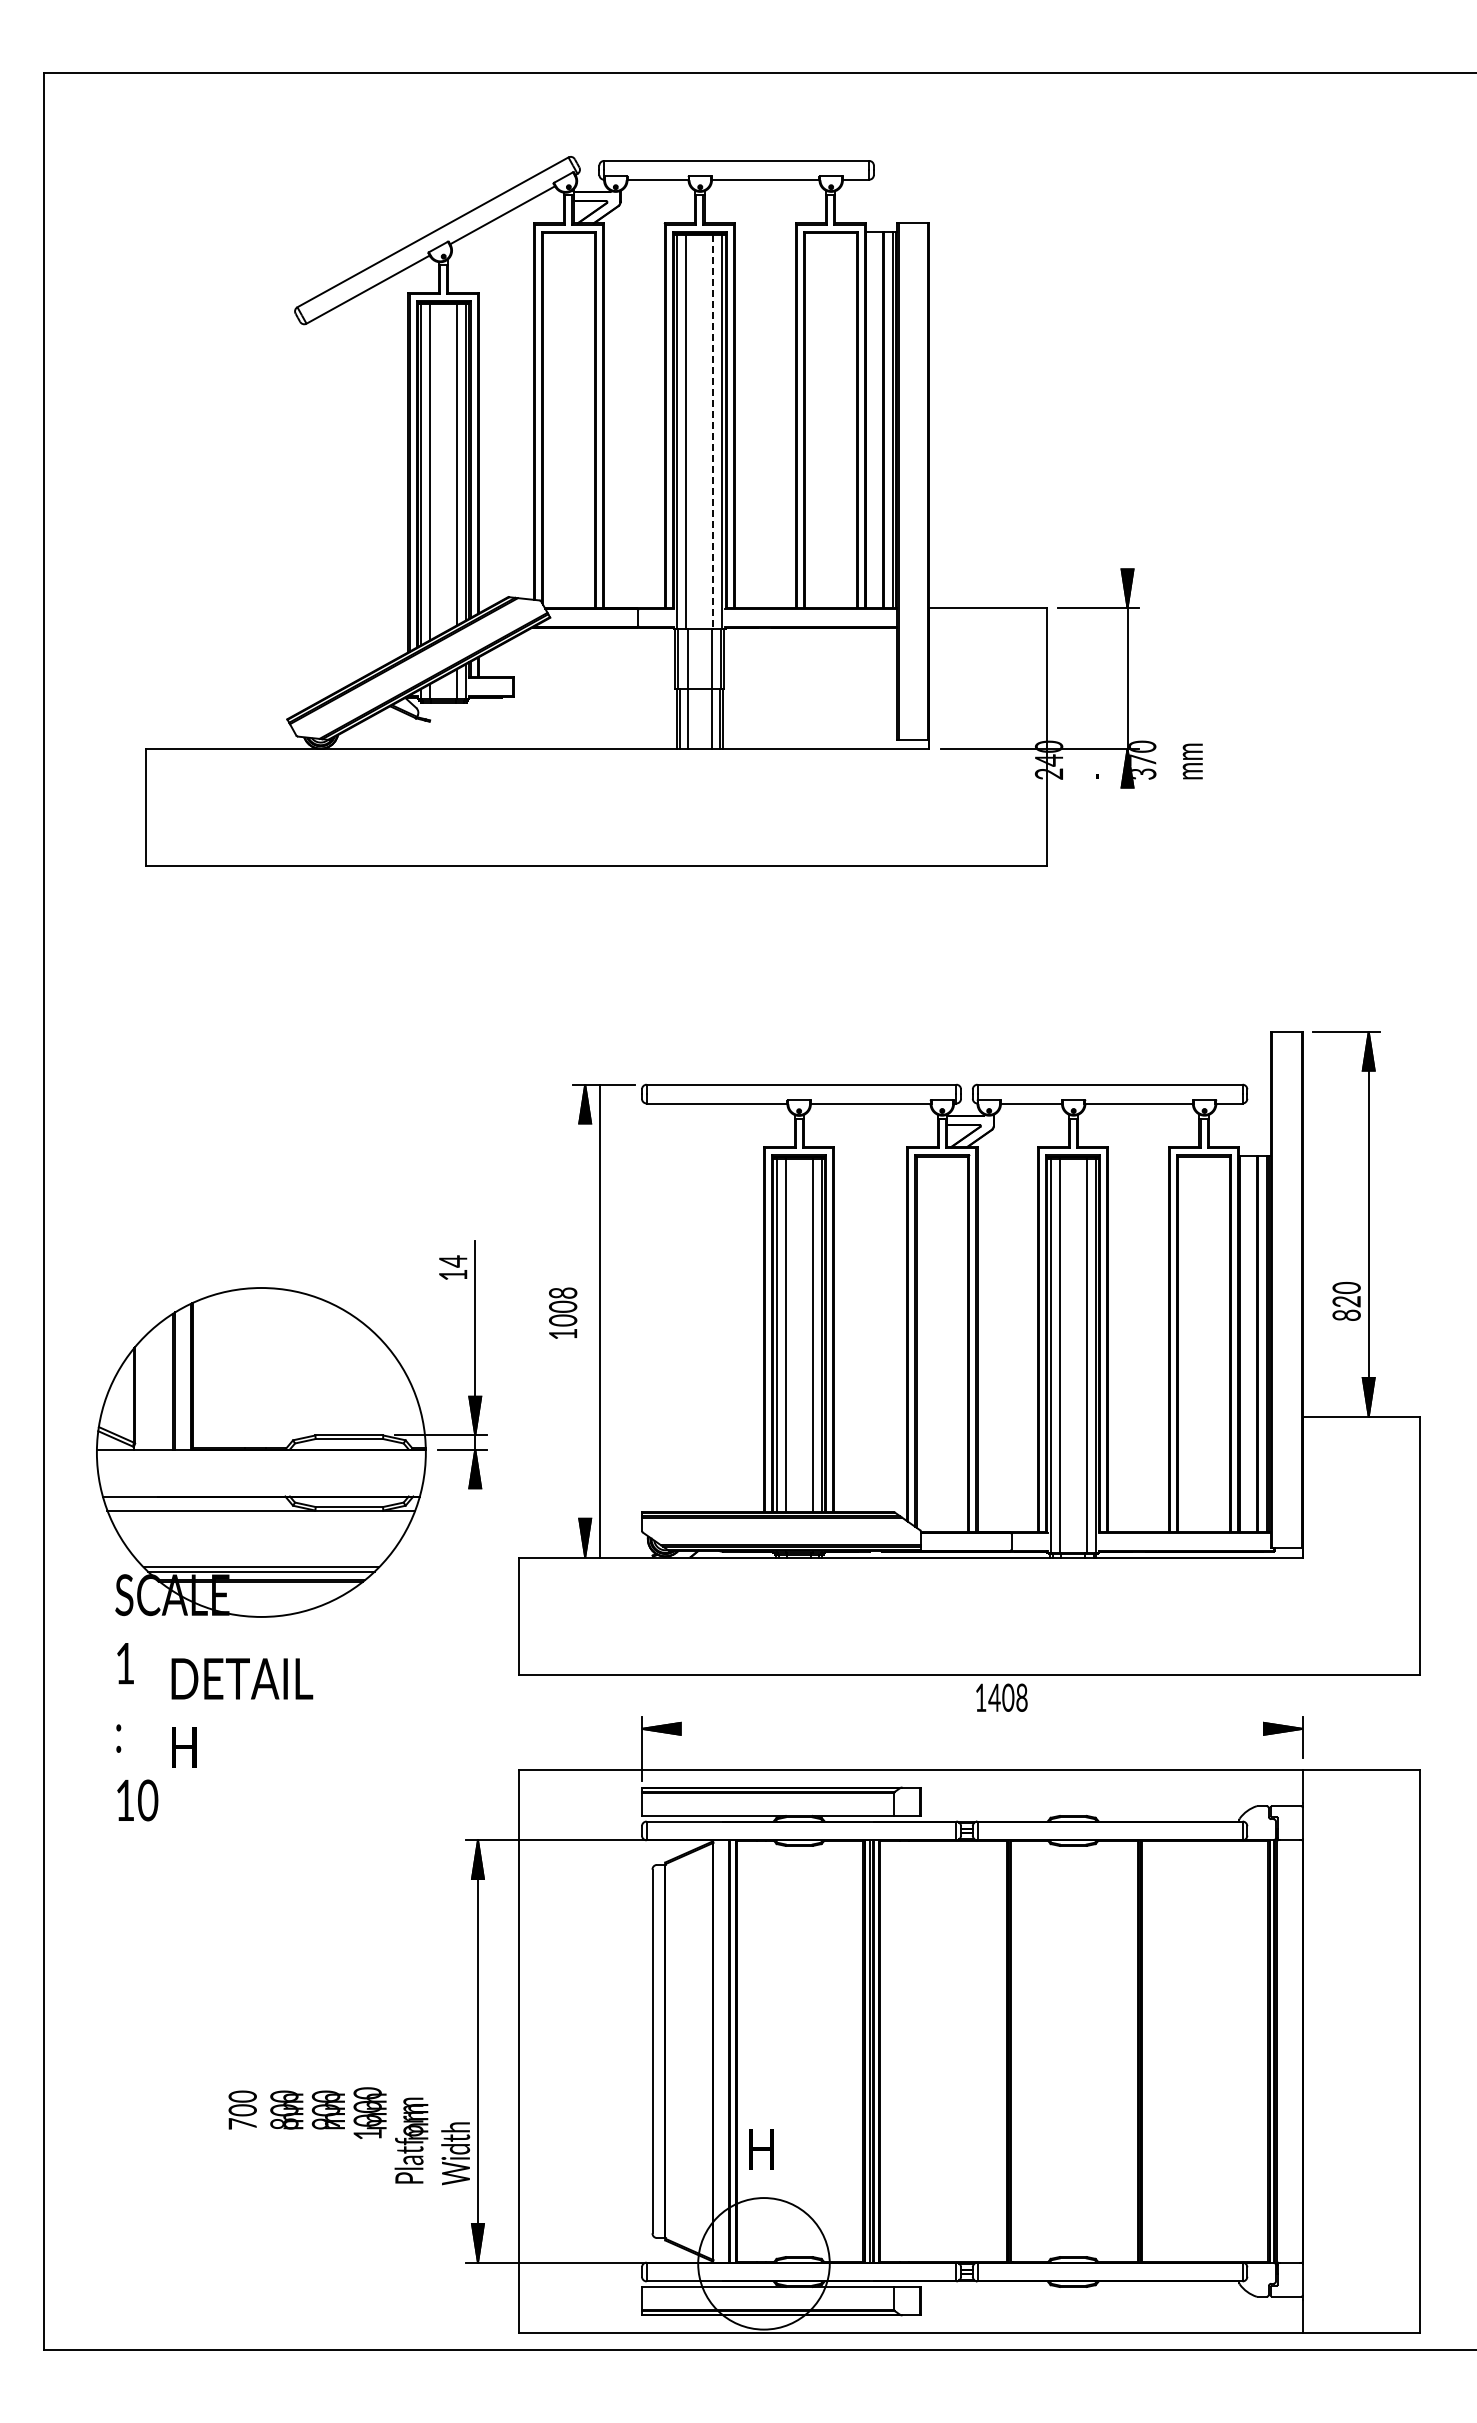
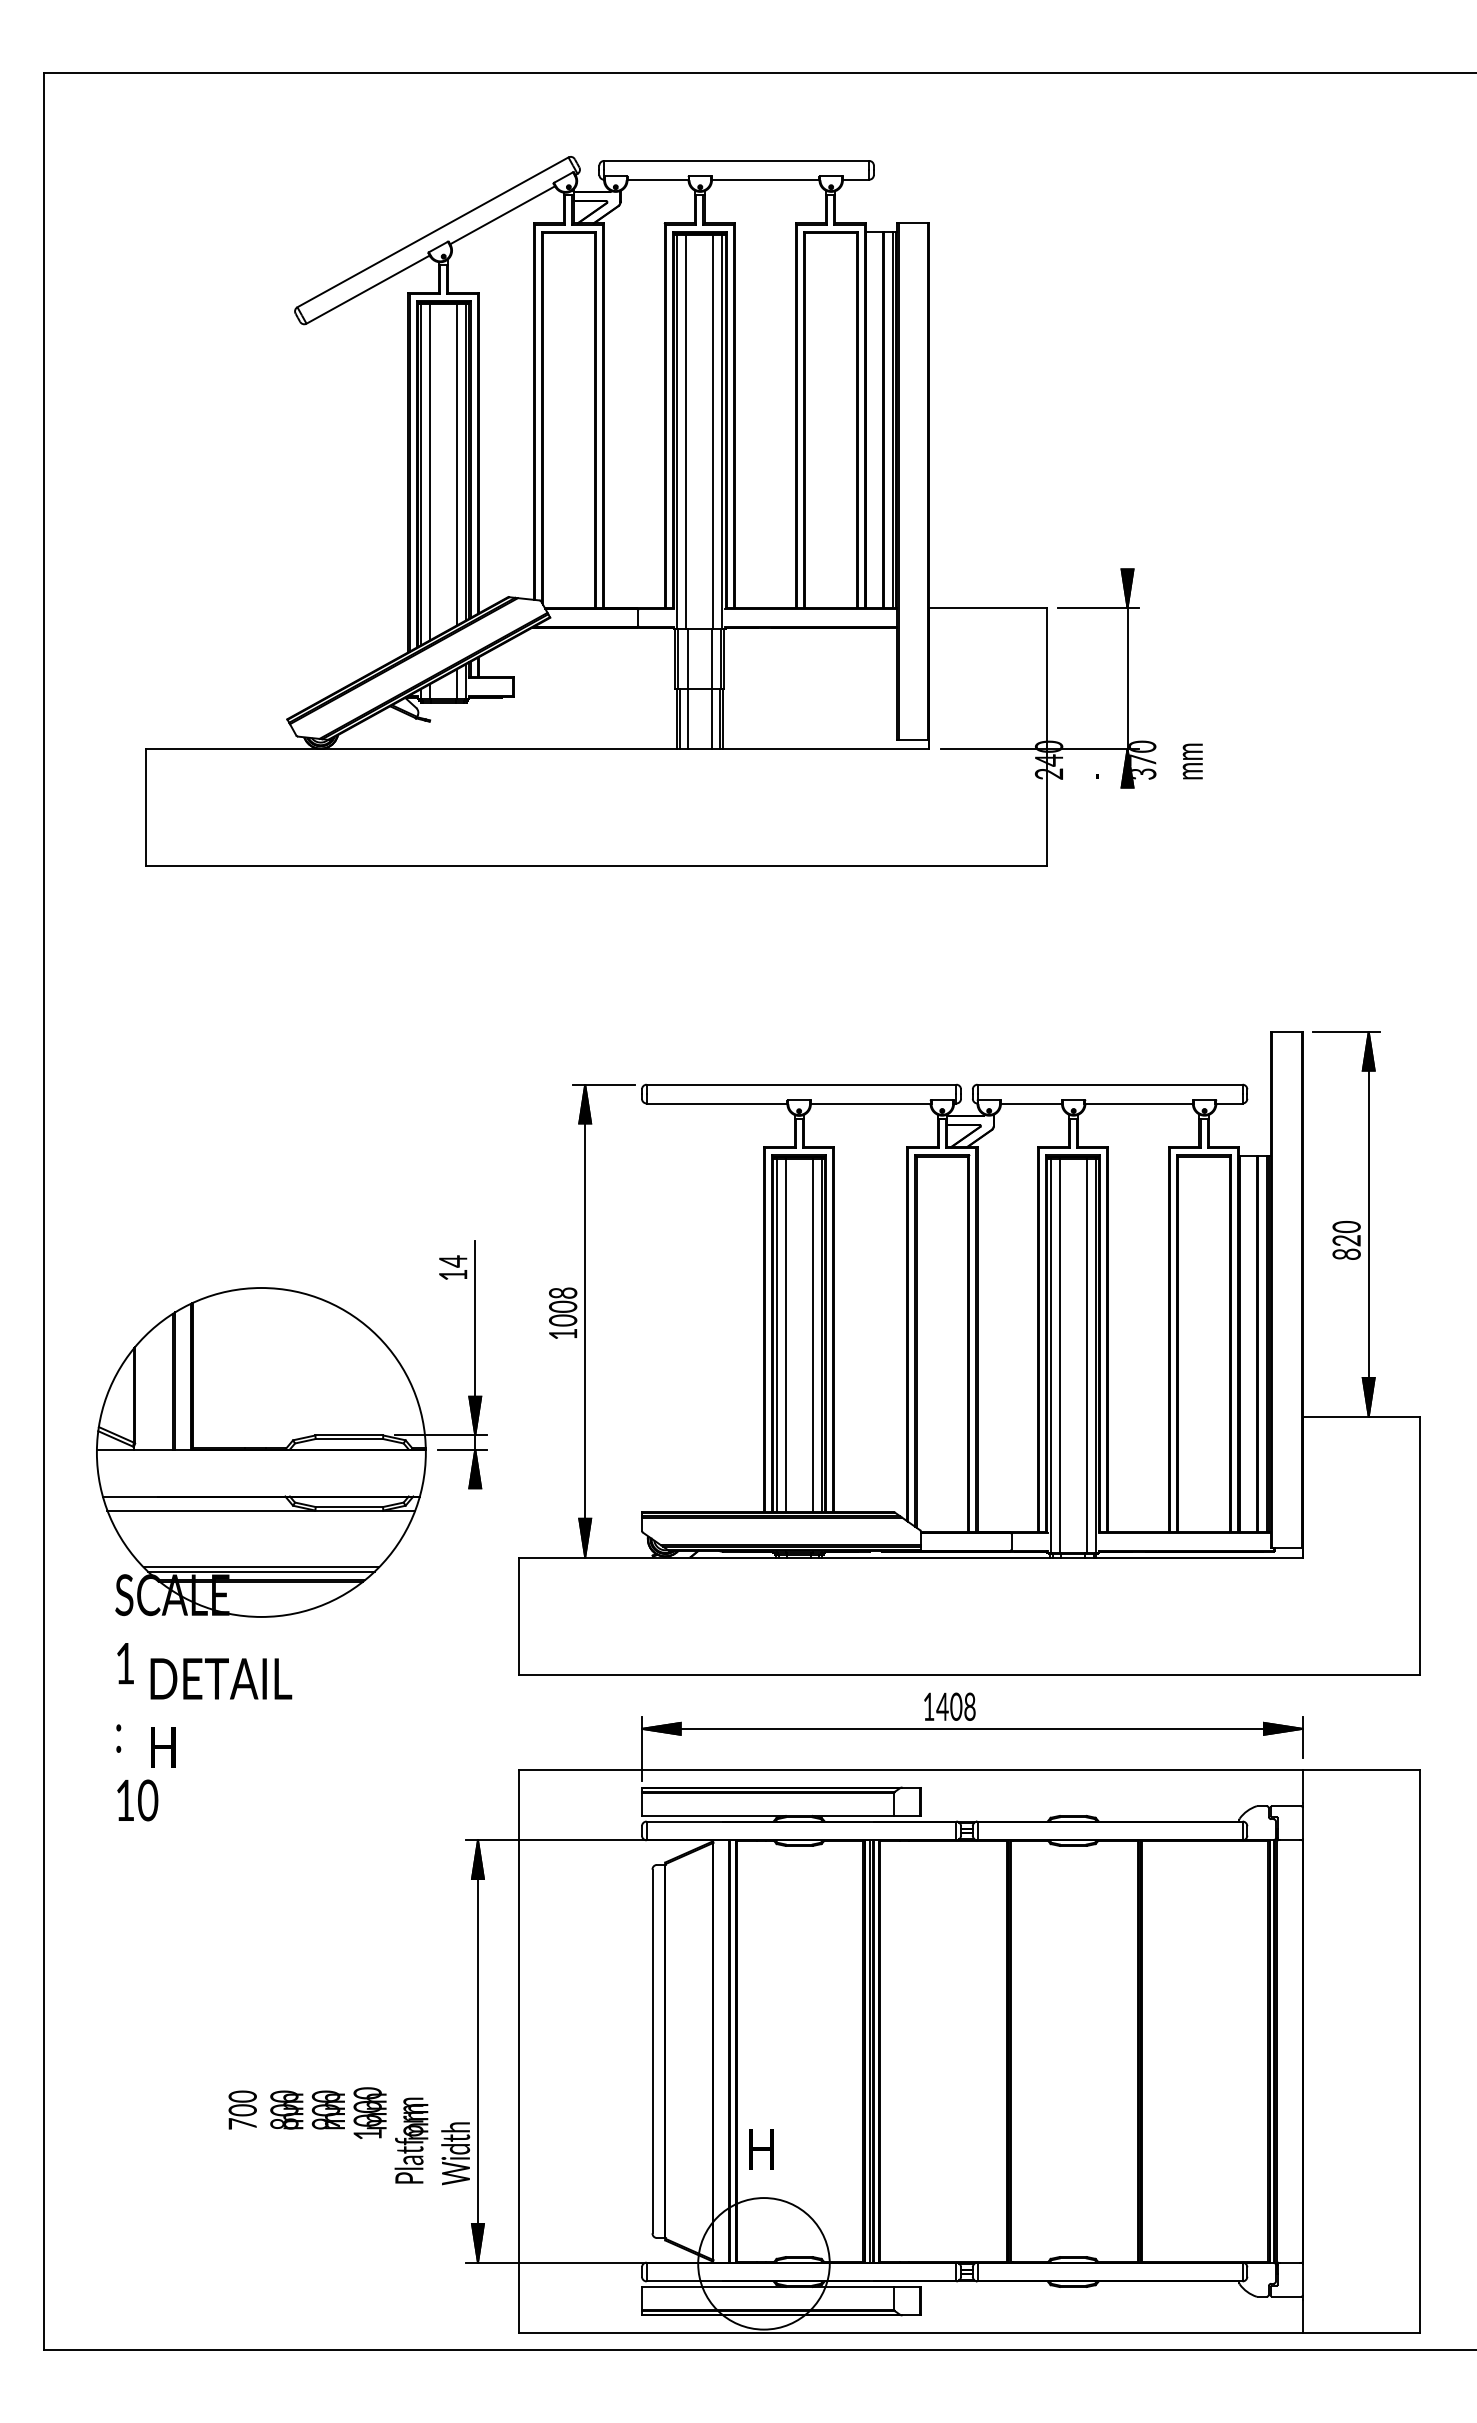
line at (713, 432): dashed -> solid
text at (1346, 1301) position: (1346, 1301) -> (1346, 1240)
line at (600, 1320) position: (600, 1320) -> (585, 1320)
text at (1001, 1697) position: (1001, 1697) -> (949, 1706)
text at (242, 1712) position: (242, 1712) -> (221, 1712)
line at (971, 1728): none -> present
